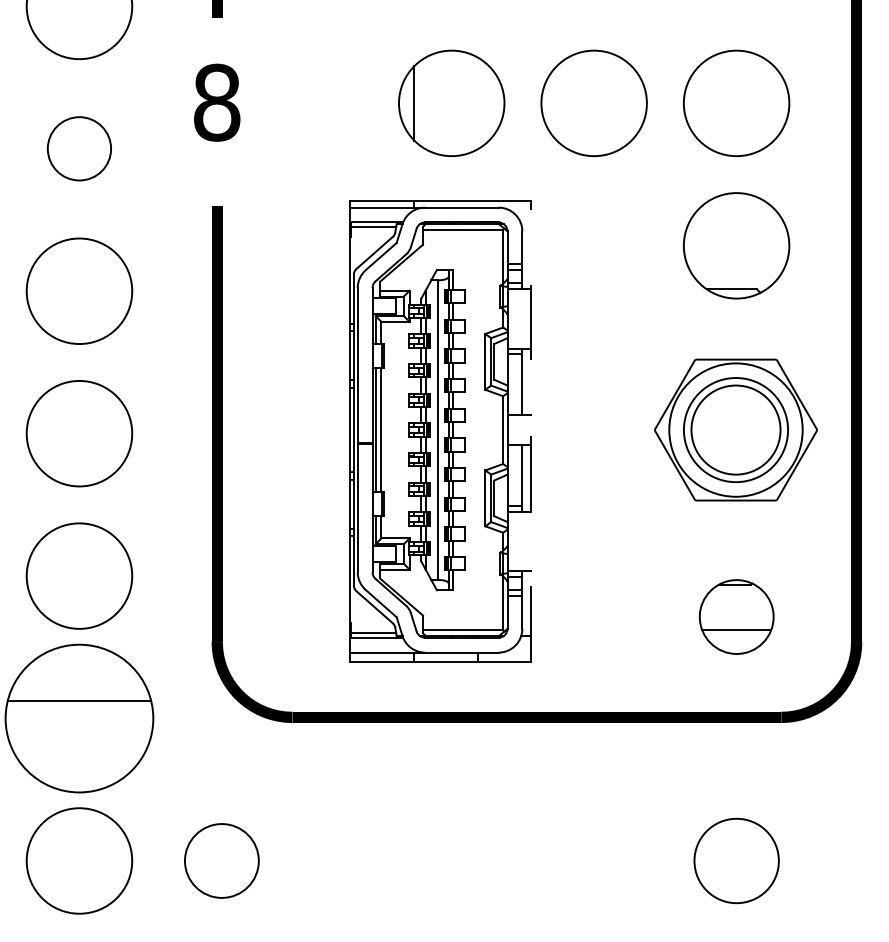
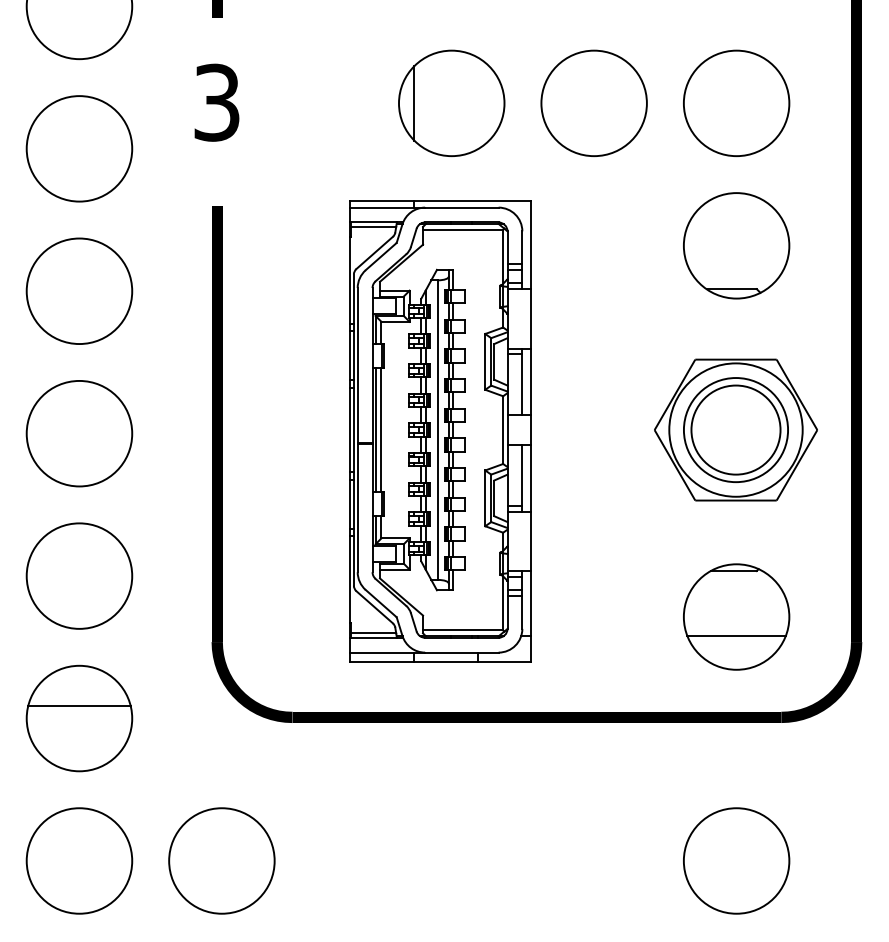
text at (217, 102): 8 -> 3
circle at (79, 148) diameter: 63 px -> 106 px
line at (530, 430): dashed -> solid
part at (736, 616) size: 77x76 px -> 108x108 px
part at (79, 718) size: 151x151 px -> 109x109 px
circle at (221, 860) diameter: 74 px -> 106 px
circle at (736, 860) size: 87x88 px -> 108x108 px
